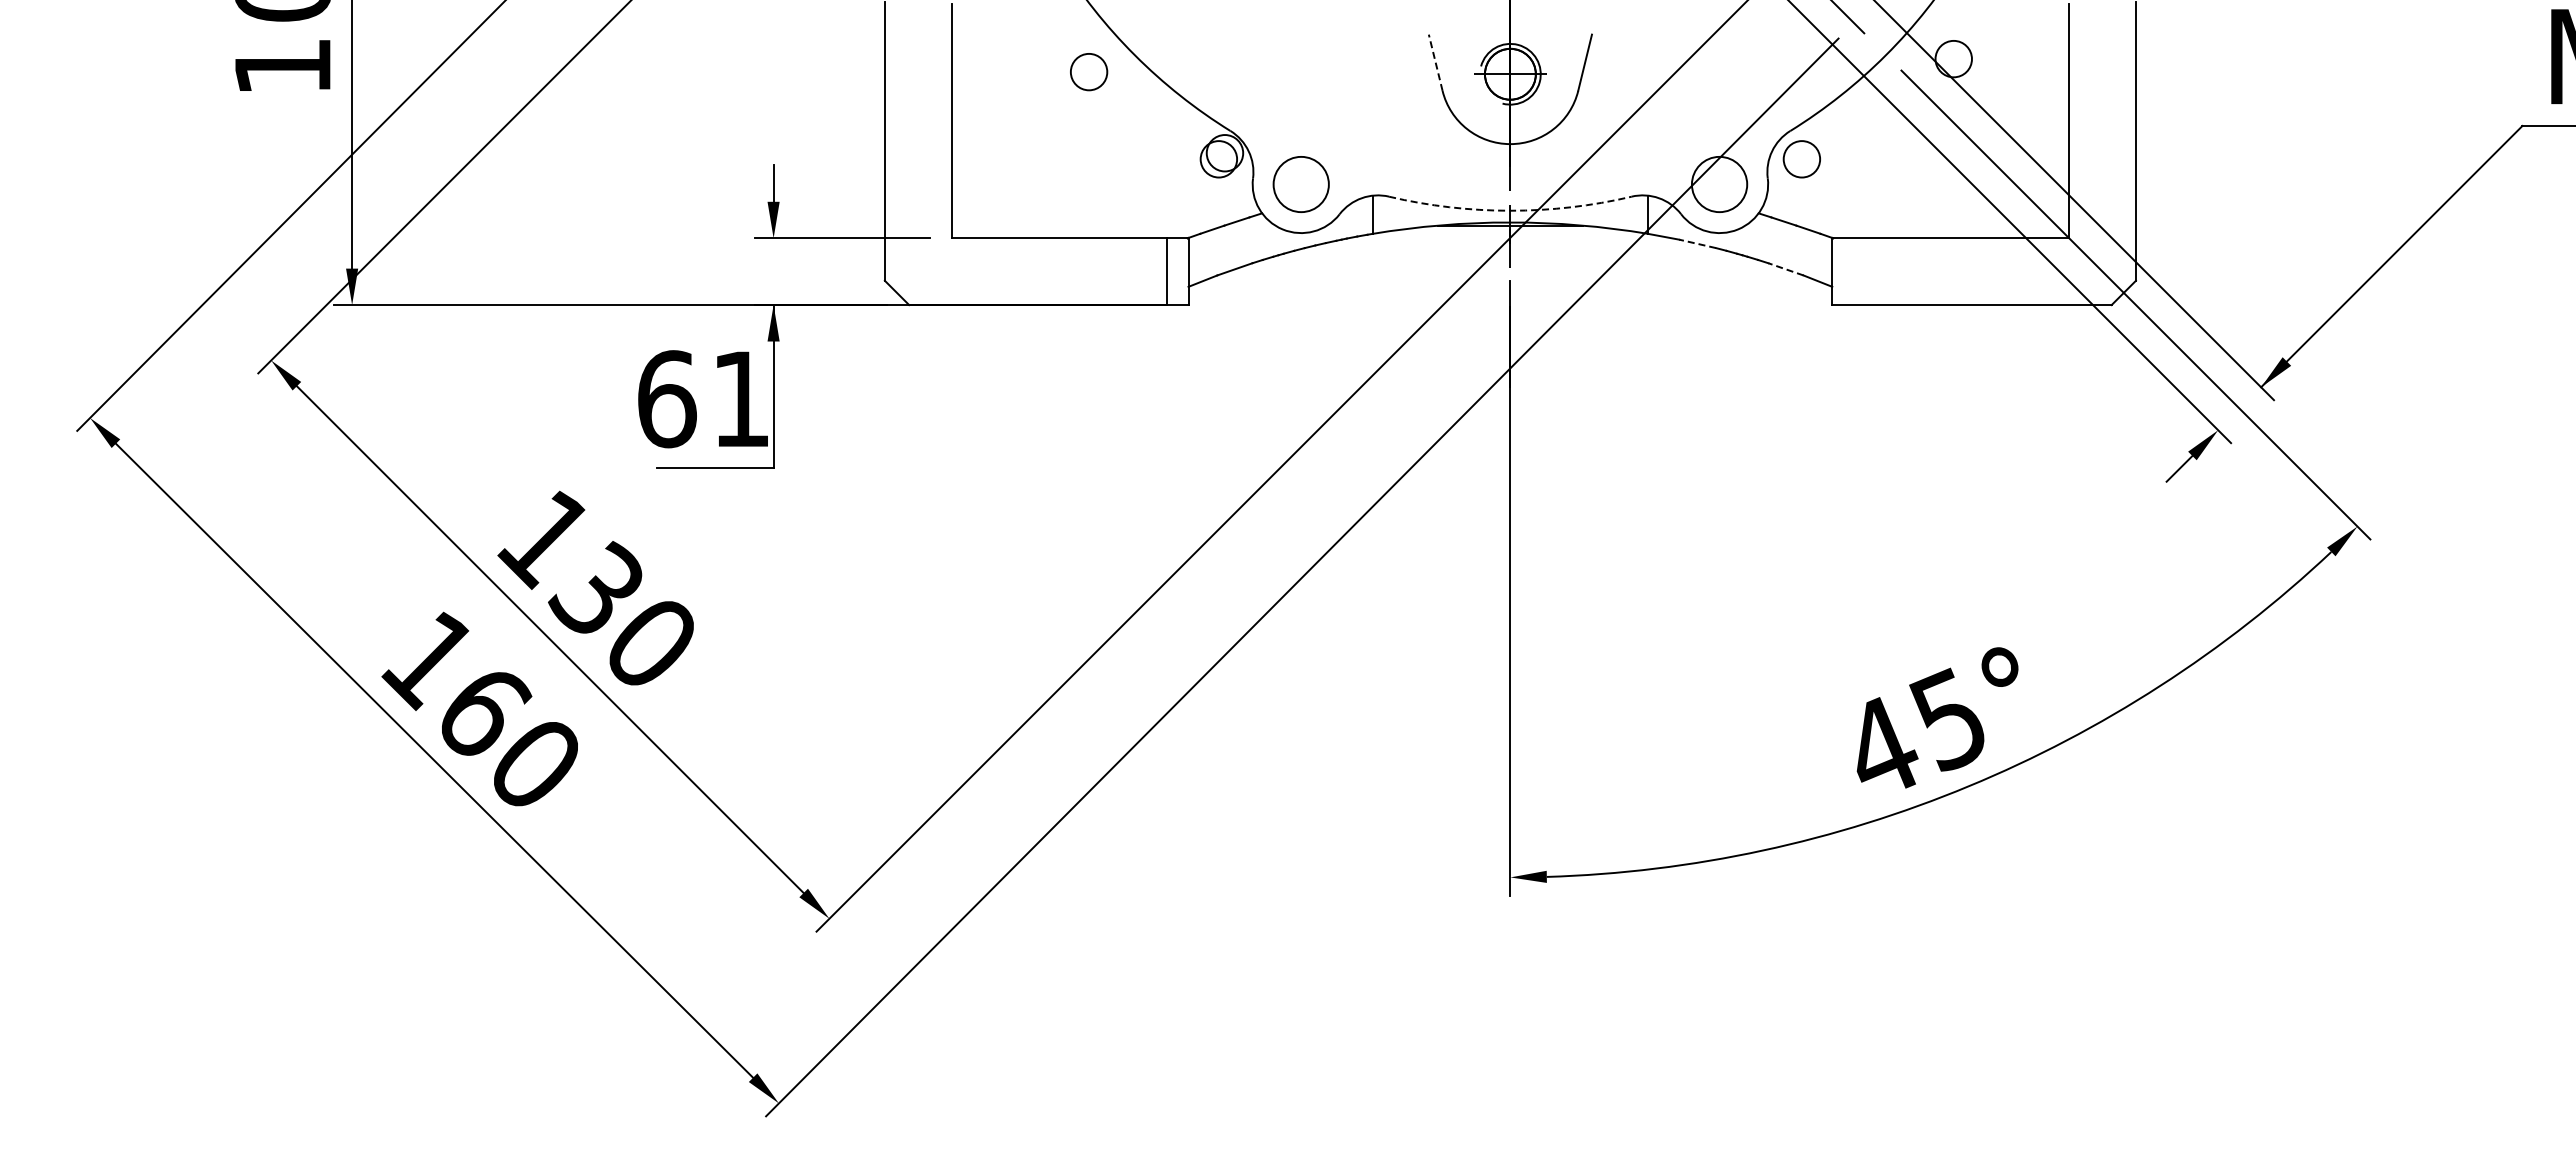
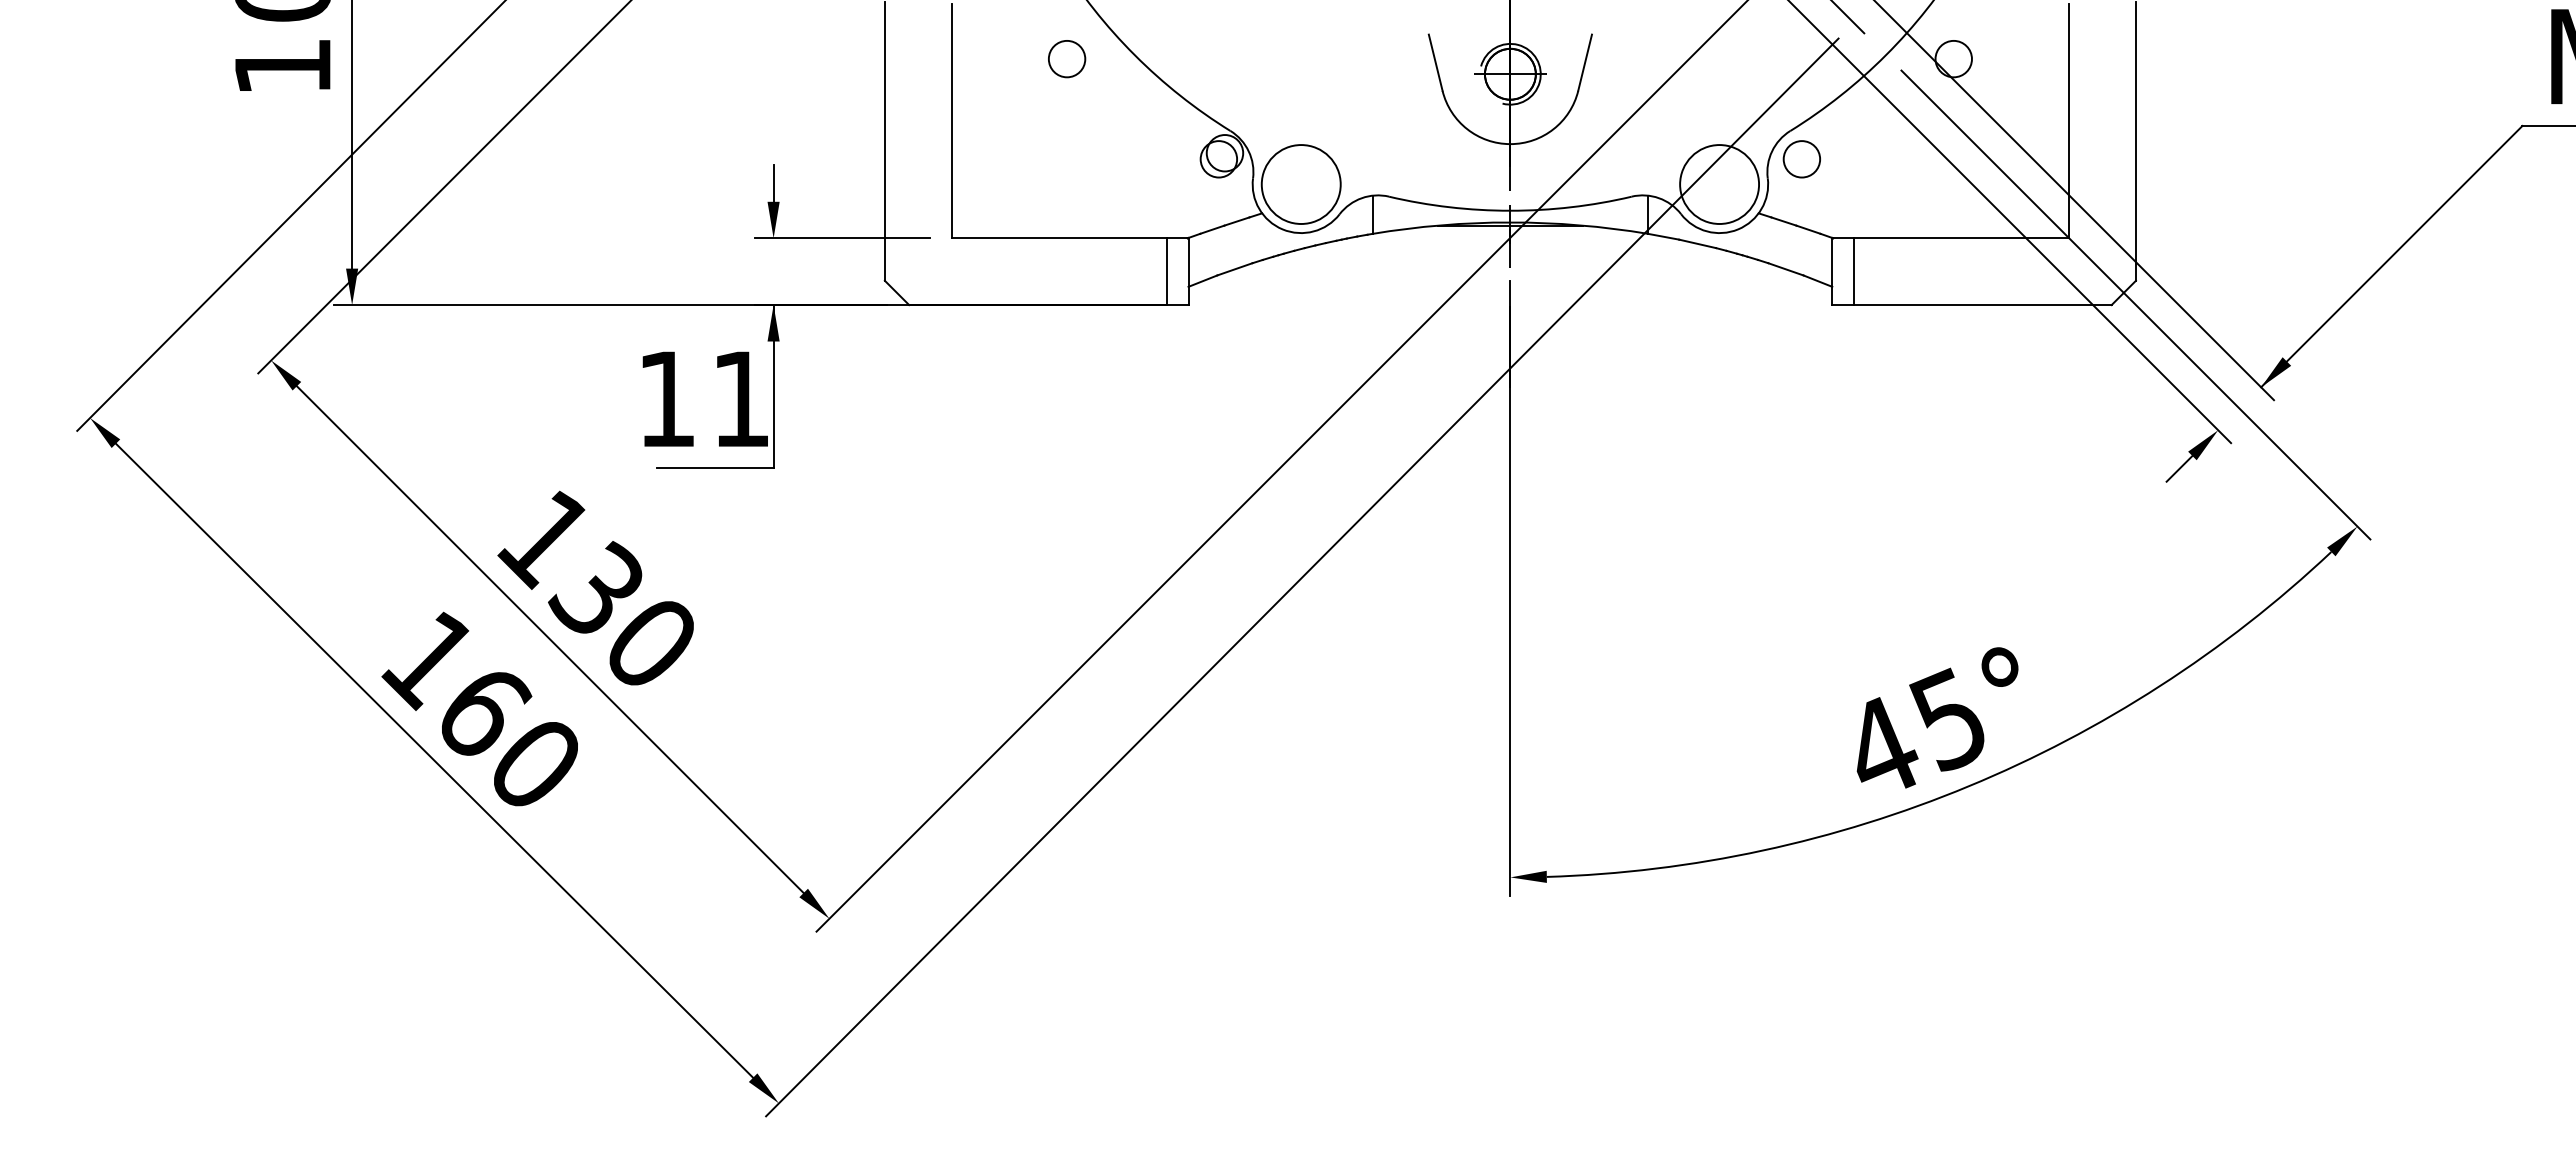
line at (1435, 62): dashed -> solid
circle at (1089, 72) position: (1089, 72) -> (1067, 59)
circle at (1300, 184) diameter: 55 px -> 79 px
circle at (1719, 184) diameter: 55 px -> 79 px
arc at (1510, 210): dashed -> solid
line at (1697, 243): dashed -> solid
line at (1785, 269): dashed -> solid
line at (1853, 271): none -> present
text at (667, 399): 61 -> 11
